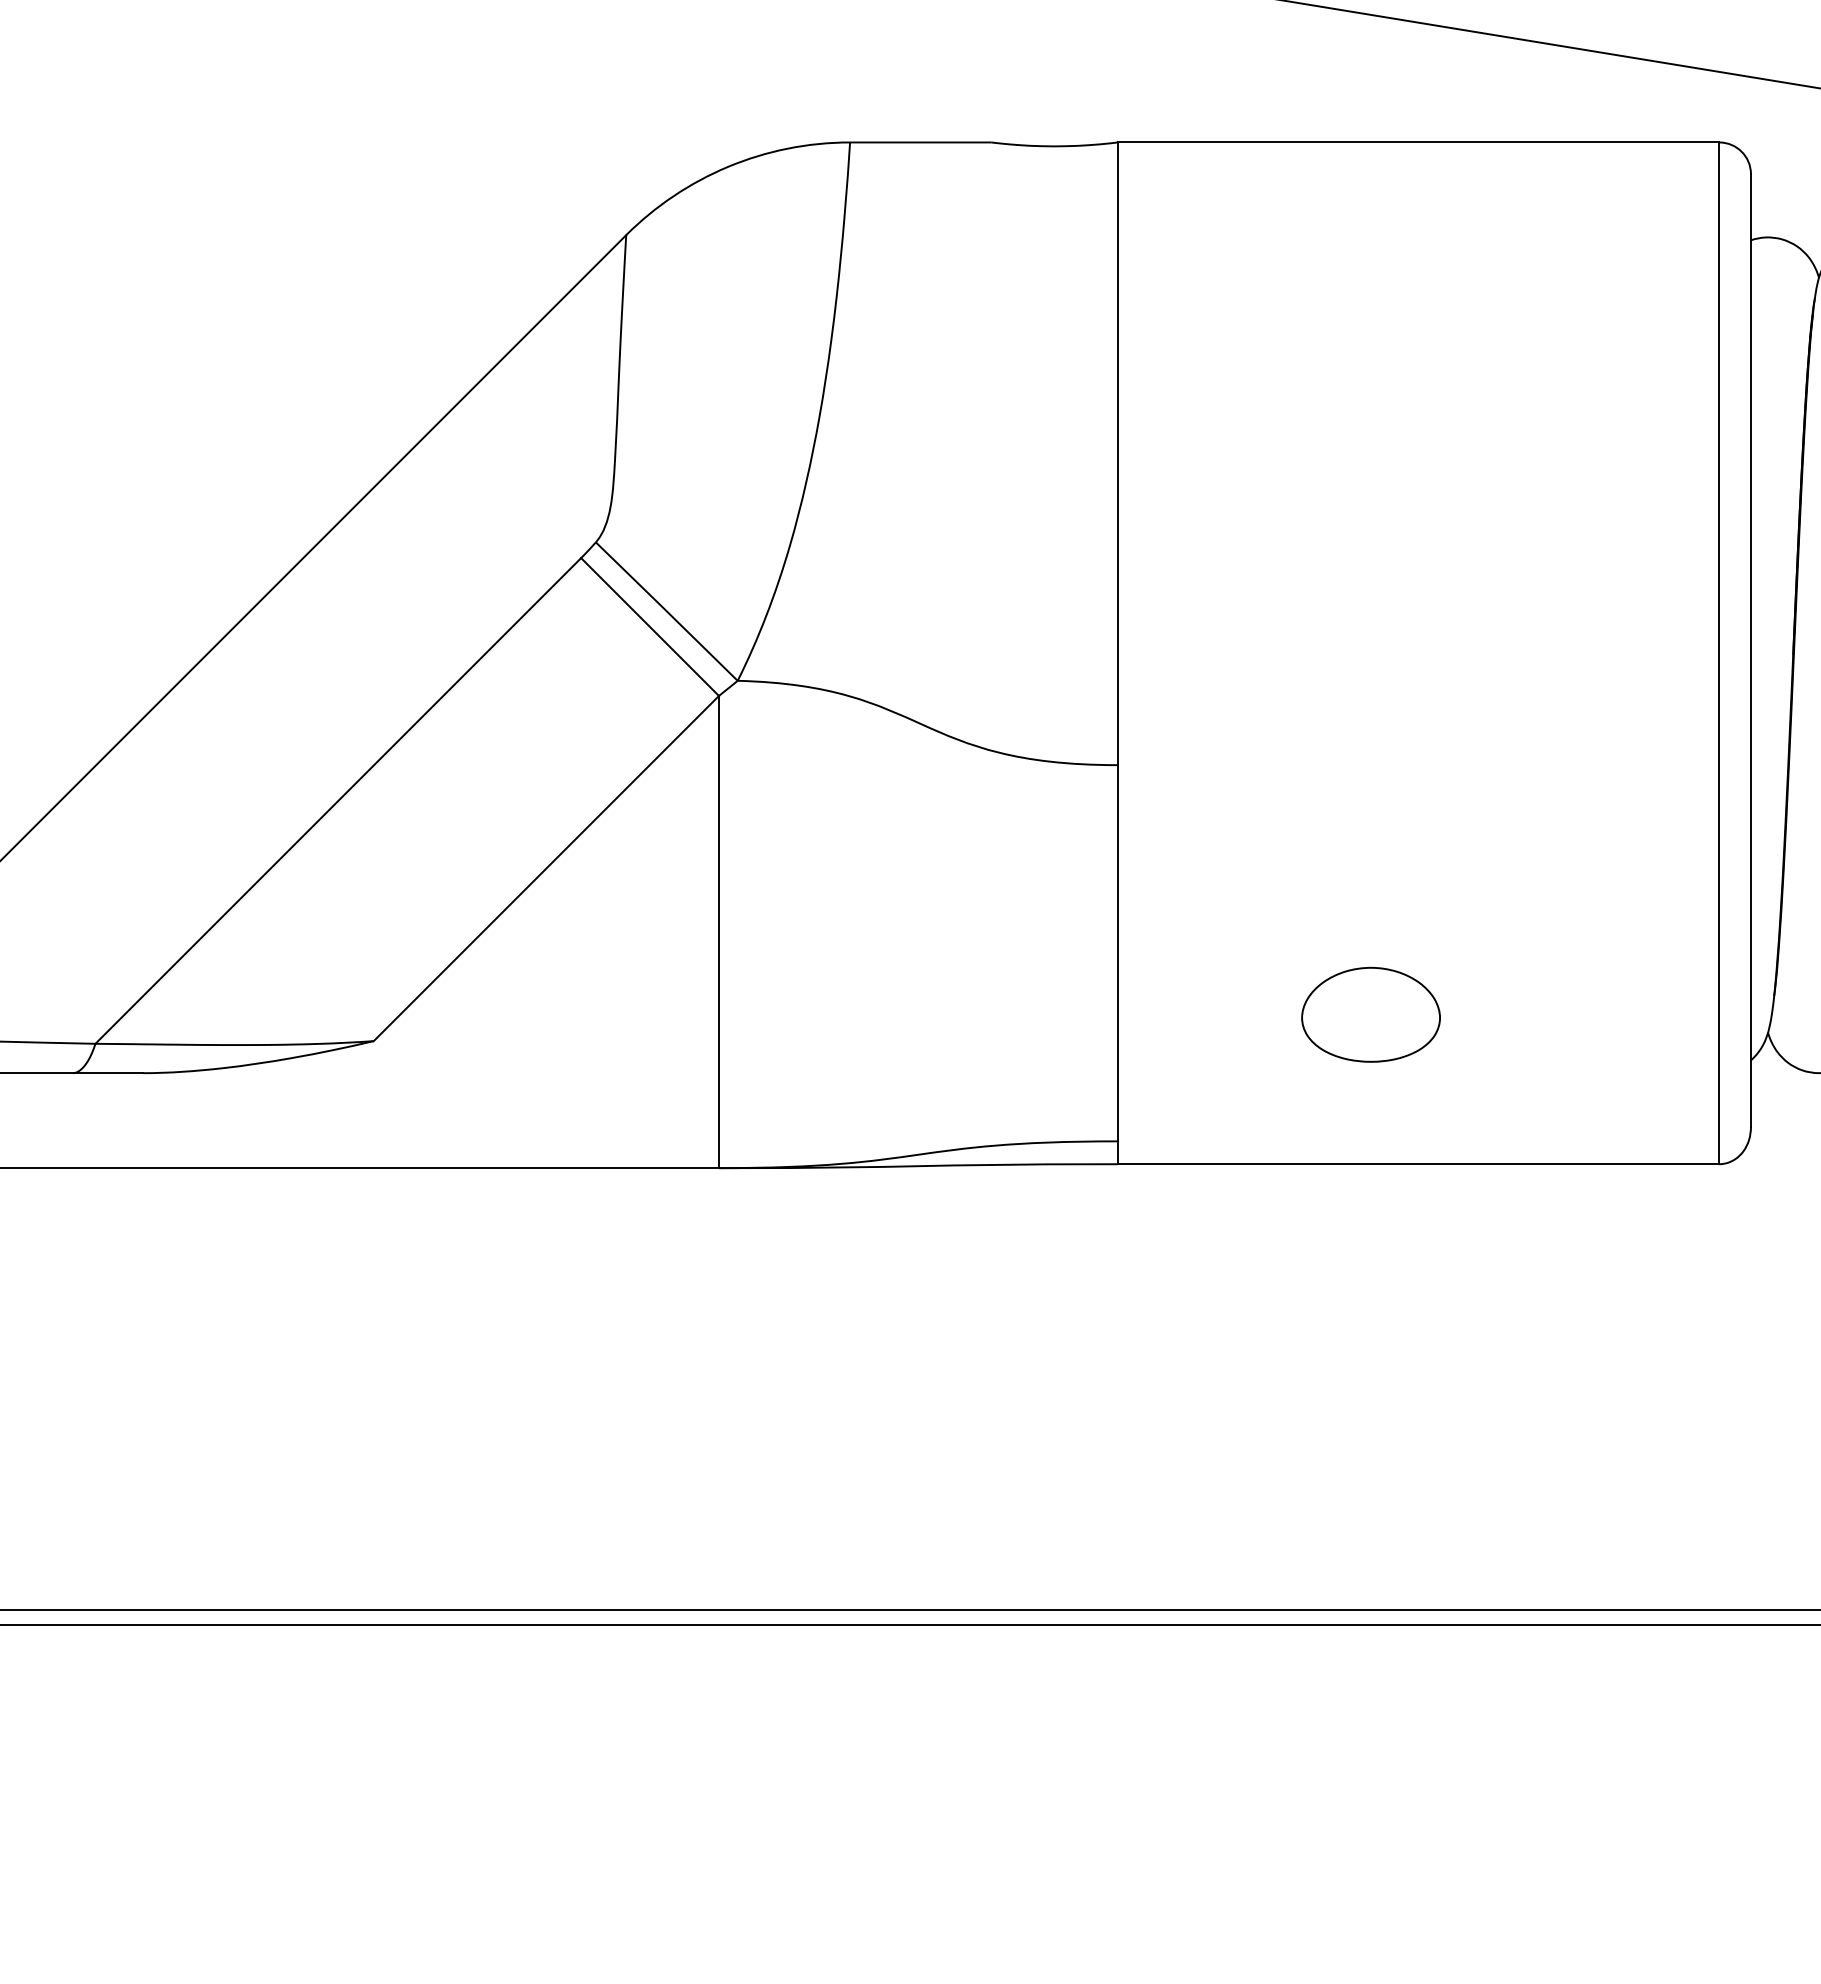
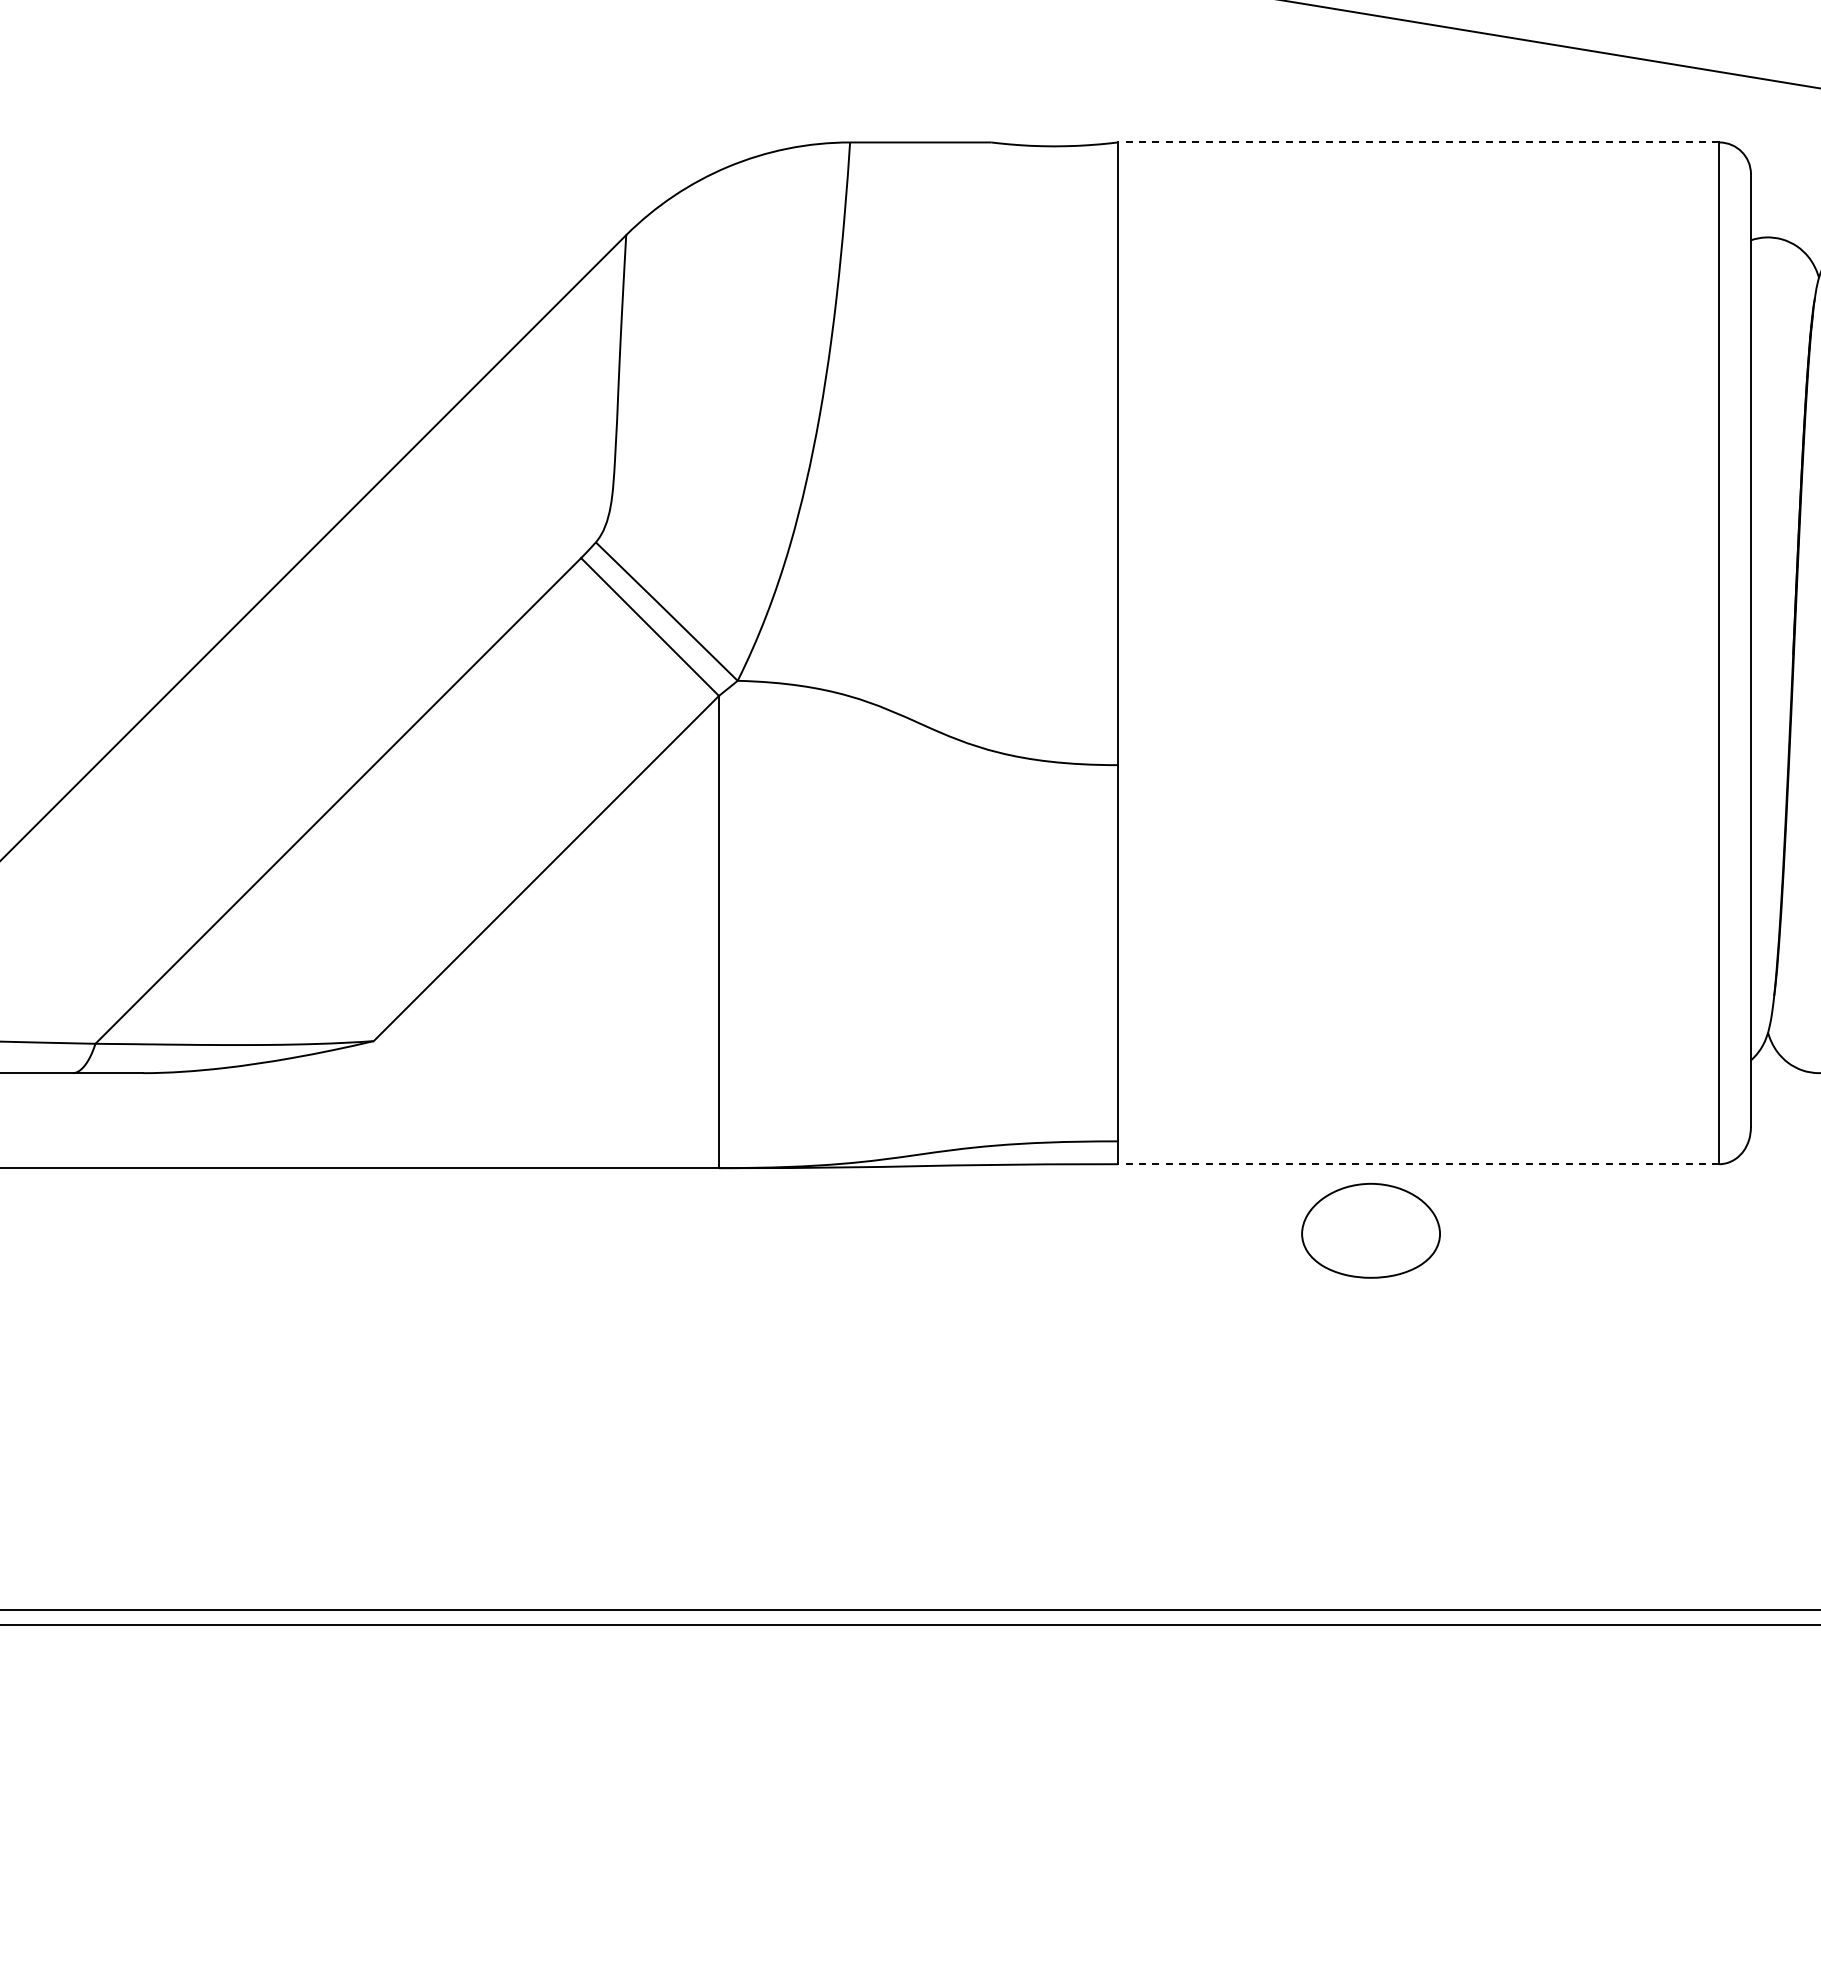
line at (1418, 142): solid -> dashed
part at (1370, 1014) position: (1370, 1014) -> (1370, 1230)
line at (1418, 1164): solid -> dashed
